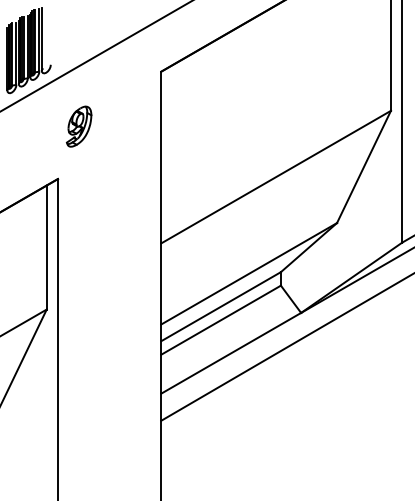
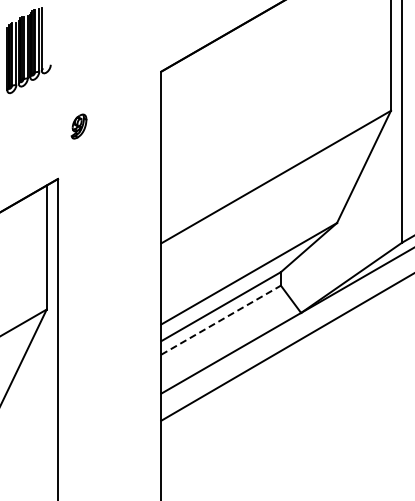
line at (95, 56): present -> none
part at (78, 126) size: 28x43 px -> 18x27 px
line at (221, 319): solid -> dashed
